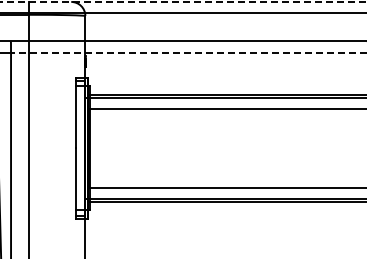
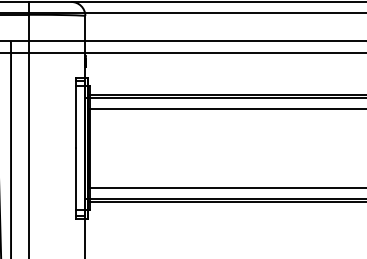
line at (183, 1): dashed -> solid
line at (188, 52): dashed -> solid
